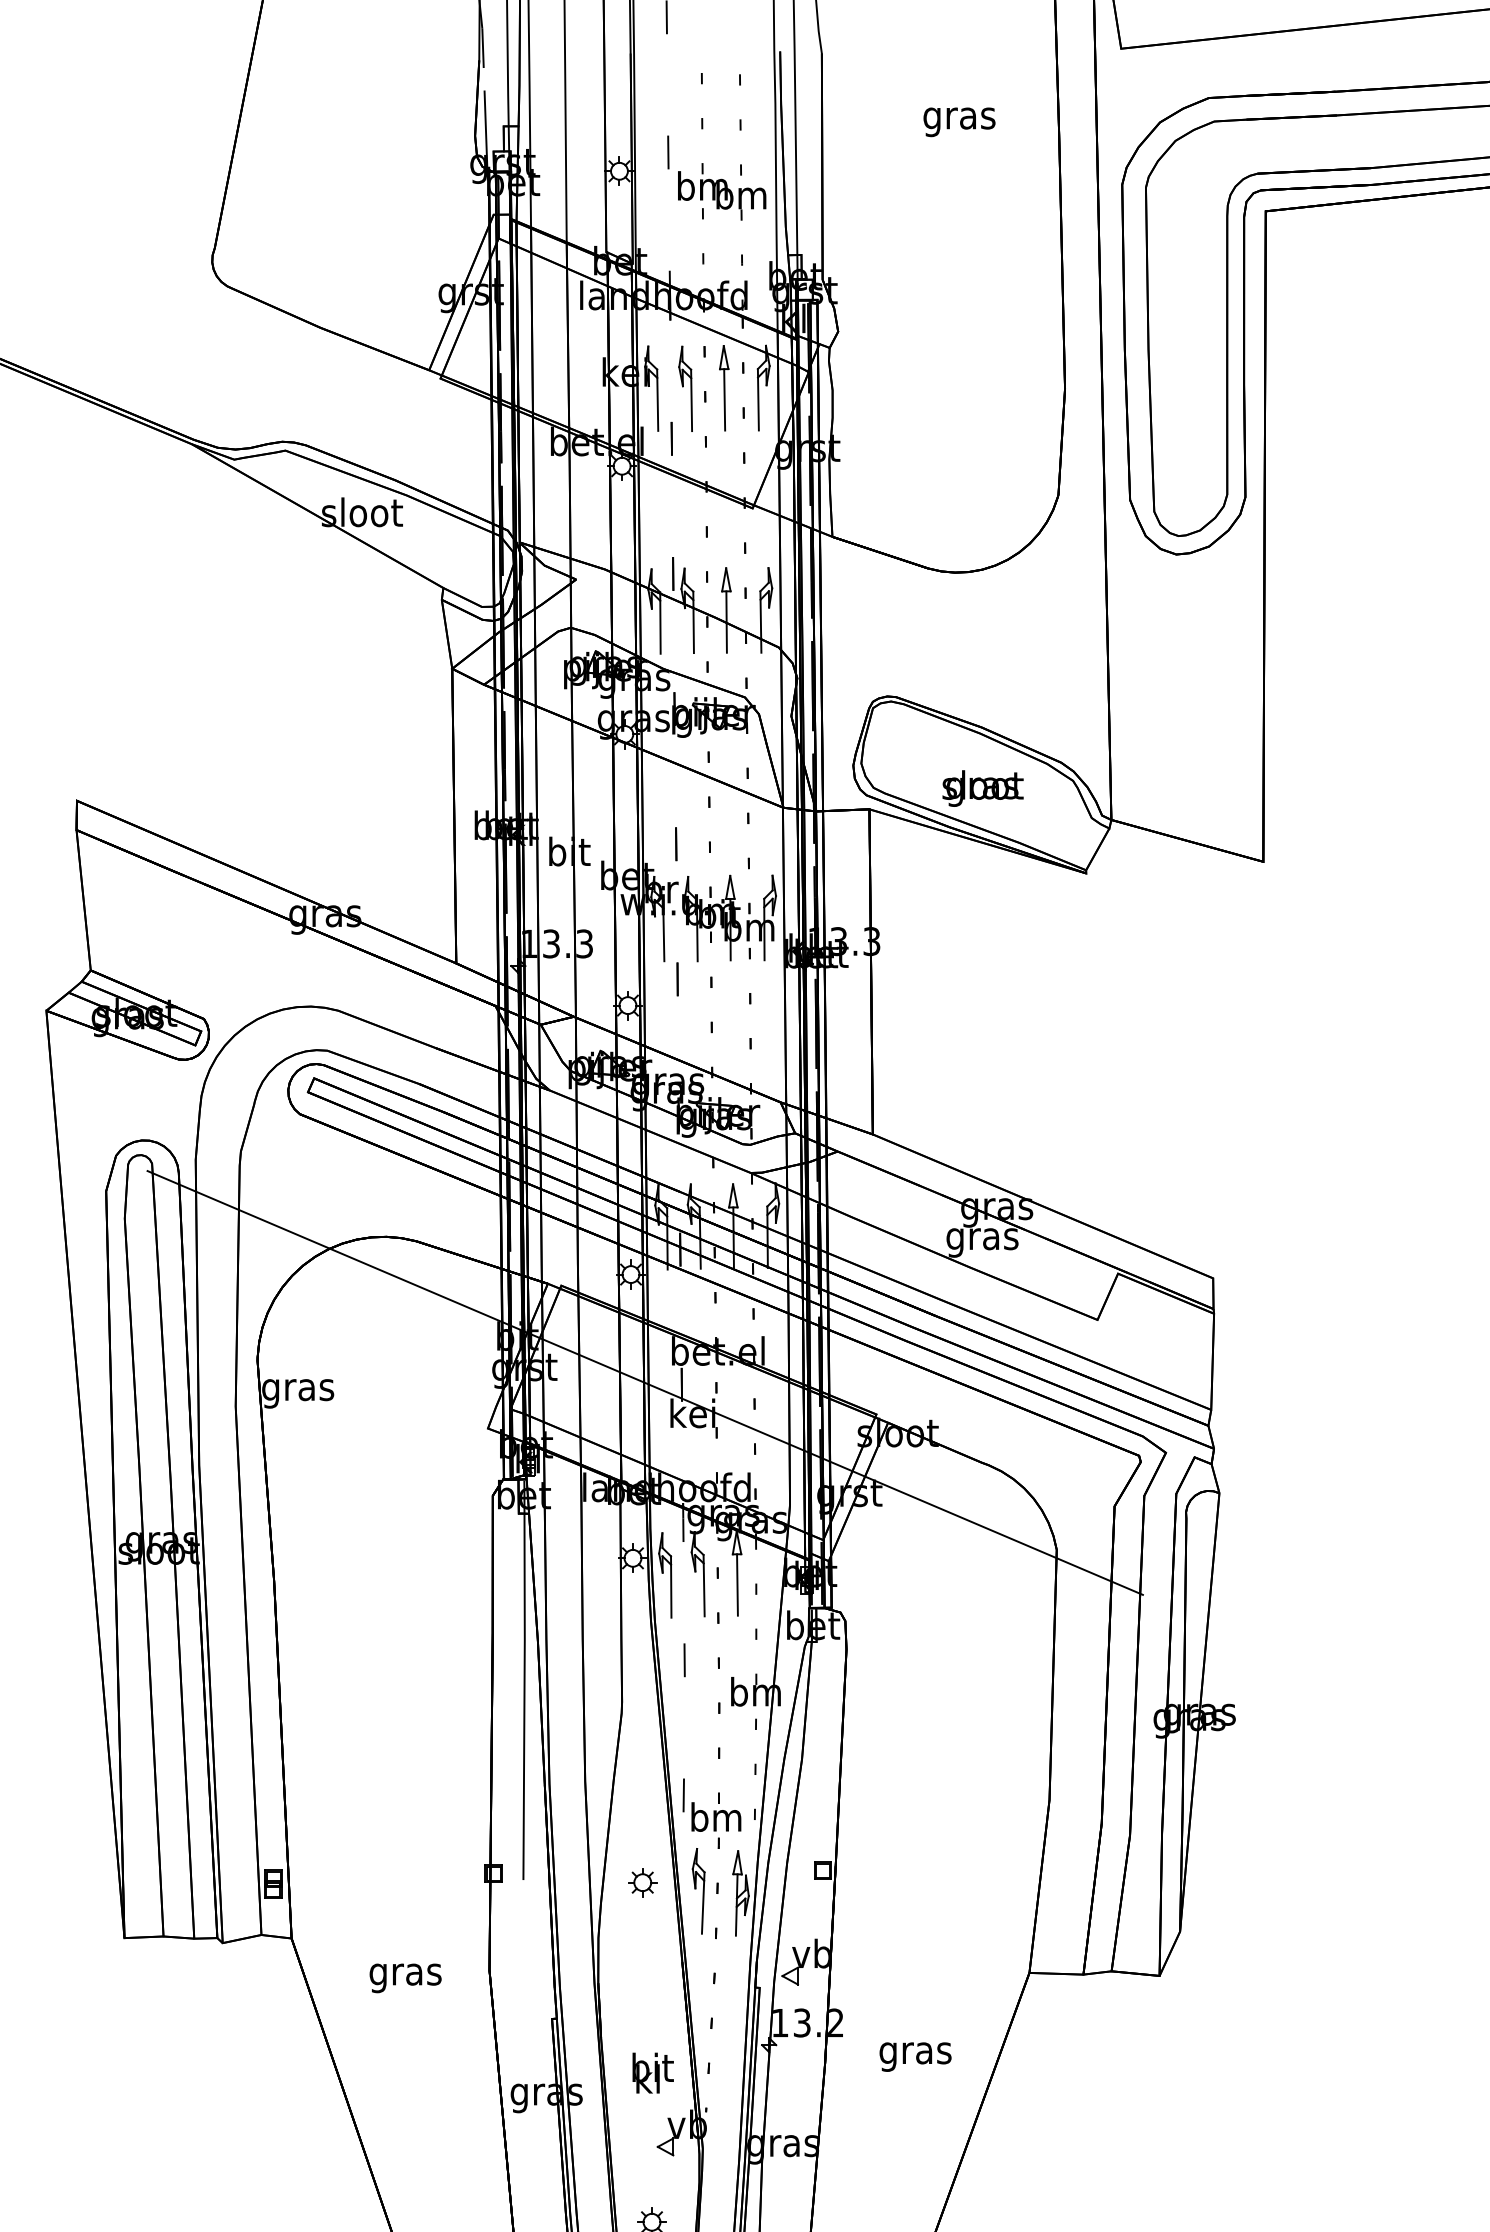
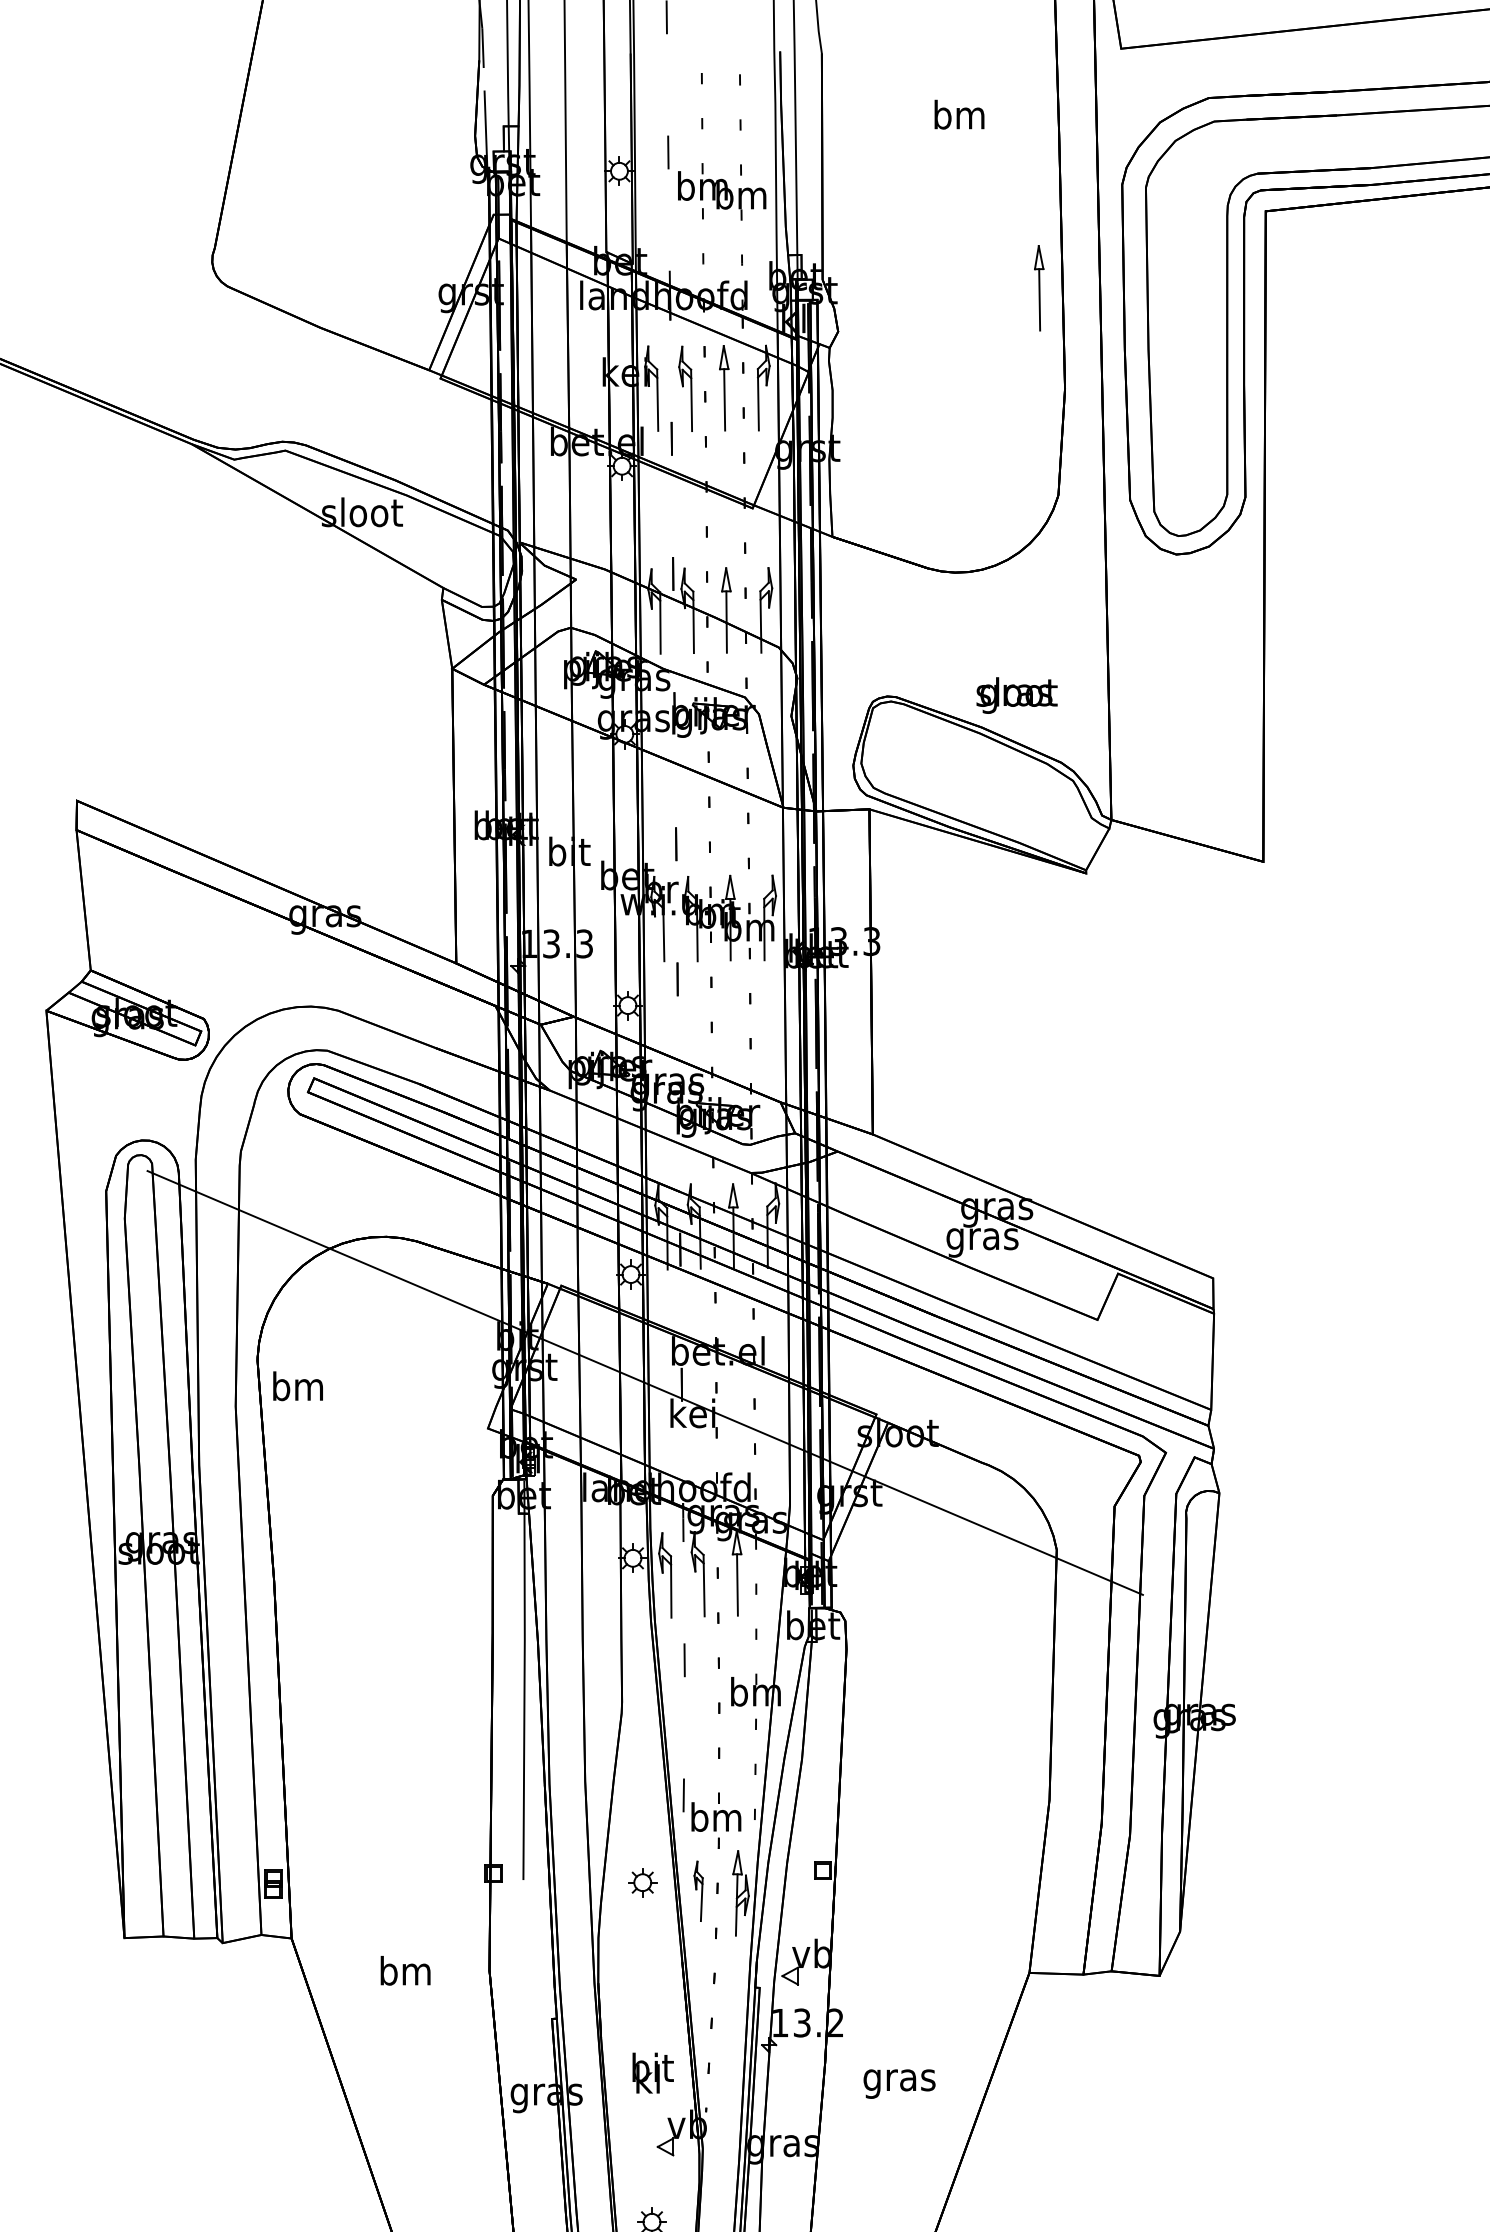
text at (959, 118): gras -> bm
part at (1039, 288): none -> present
text at (982, 788) position: (982, 788) -> (1016, 695)
text at (298, 1389): gras -> bm
part at (698, 1891) size: 15x87 px -> 11x62 px
text at (405, 1974): gras -> bm
text at (915, 2056) position: (915, 2056) -> (899, 2083)
